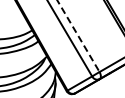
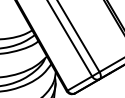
line at (78, 36): dashed -> solid
